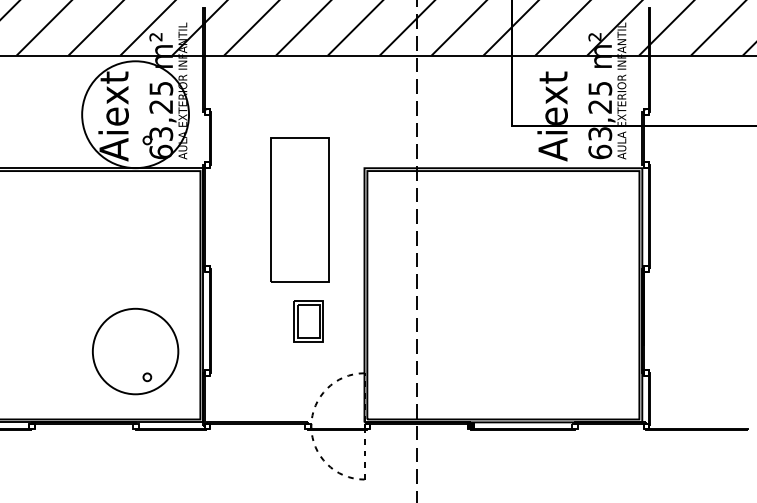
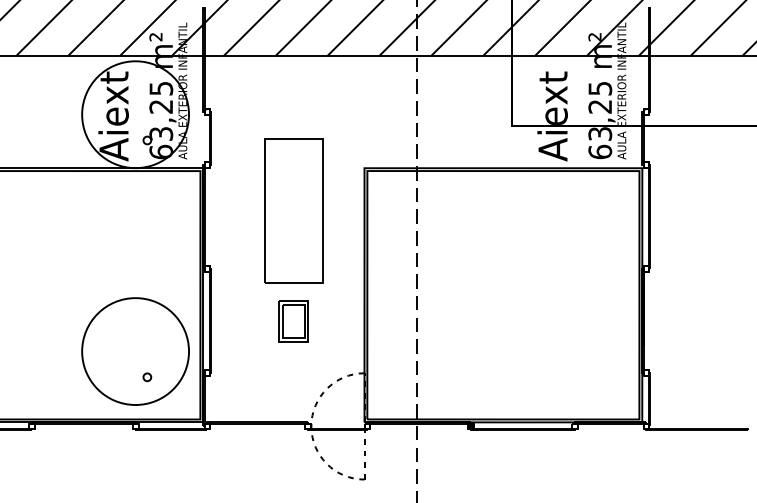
part at (299, 209) position: (299, 209) -> (293, 210)
part at (308, 321) position: (308, 321) -> (293, 321)
circle at (135, 351) diameter: 85 px -> 107 px
